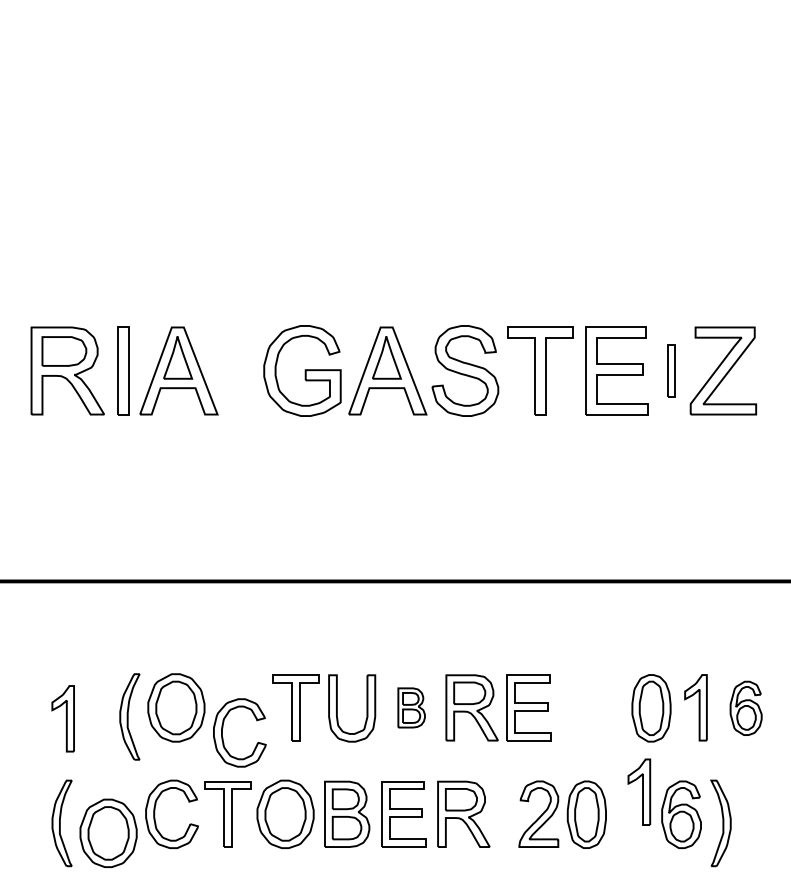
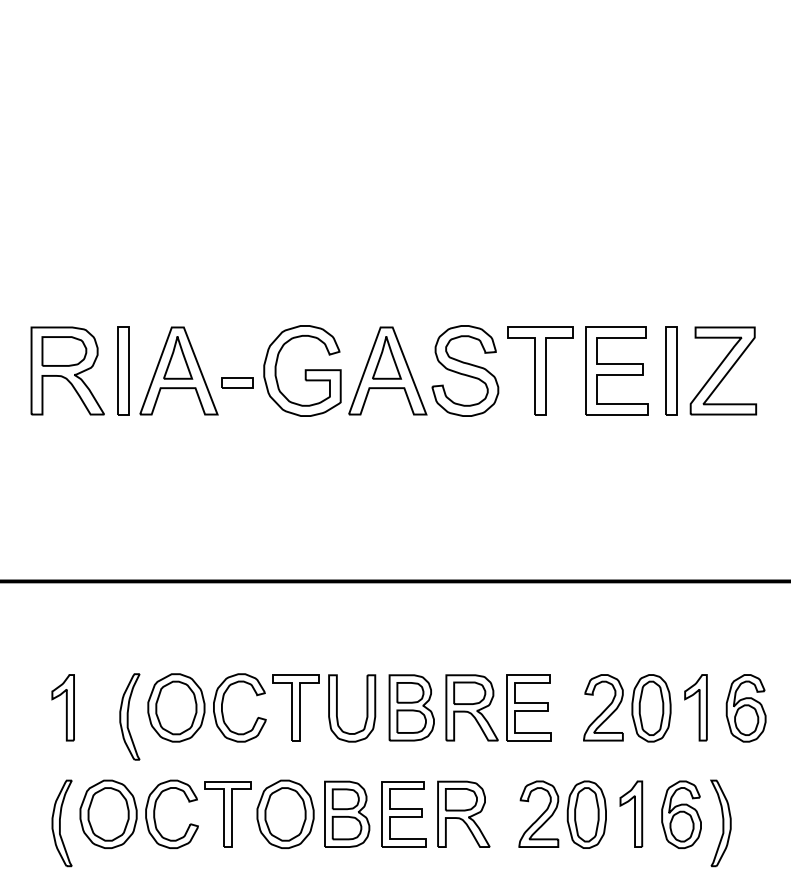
part at (671, 370) size: 9x54 px -> 13x90 px
part at (237, 382): none -> present
part at (411, 707) size: 29x42 px -> 47x68 px
part at (603, 707): none -> present
part at (745, 707) size: 34x56 px -> 42x69 px
part at (62, 718) position: (62, 718) -> (62, 707)
part at (223, 727) position: (223, 727) -> (223, 702)
part at (639, 791) position: (639, 791) -> (631, 813)
part at (108, 832) position: (108, 832) -> (108, 813)
